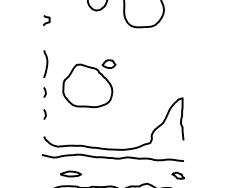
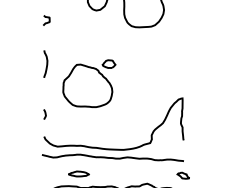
curve at (44, 92): present -> none
part at (70, 173) position: (70, 173) -> (78, 173)
part at (177, 175) position: (177, 175) -> (182, 175)
